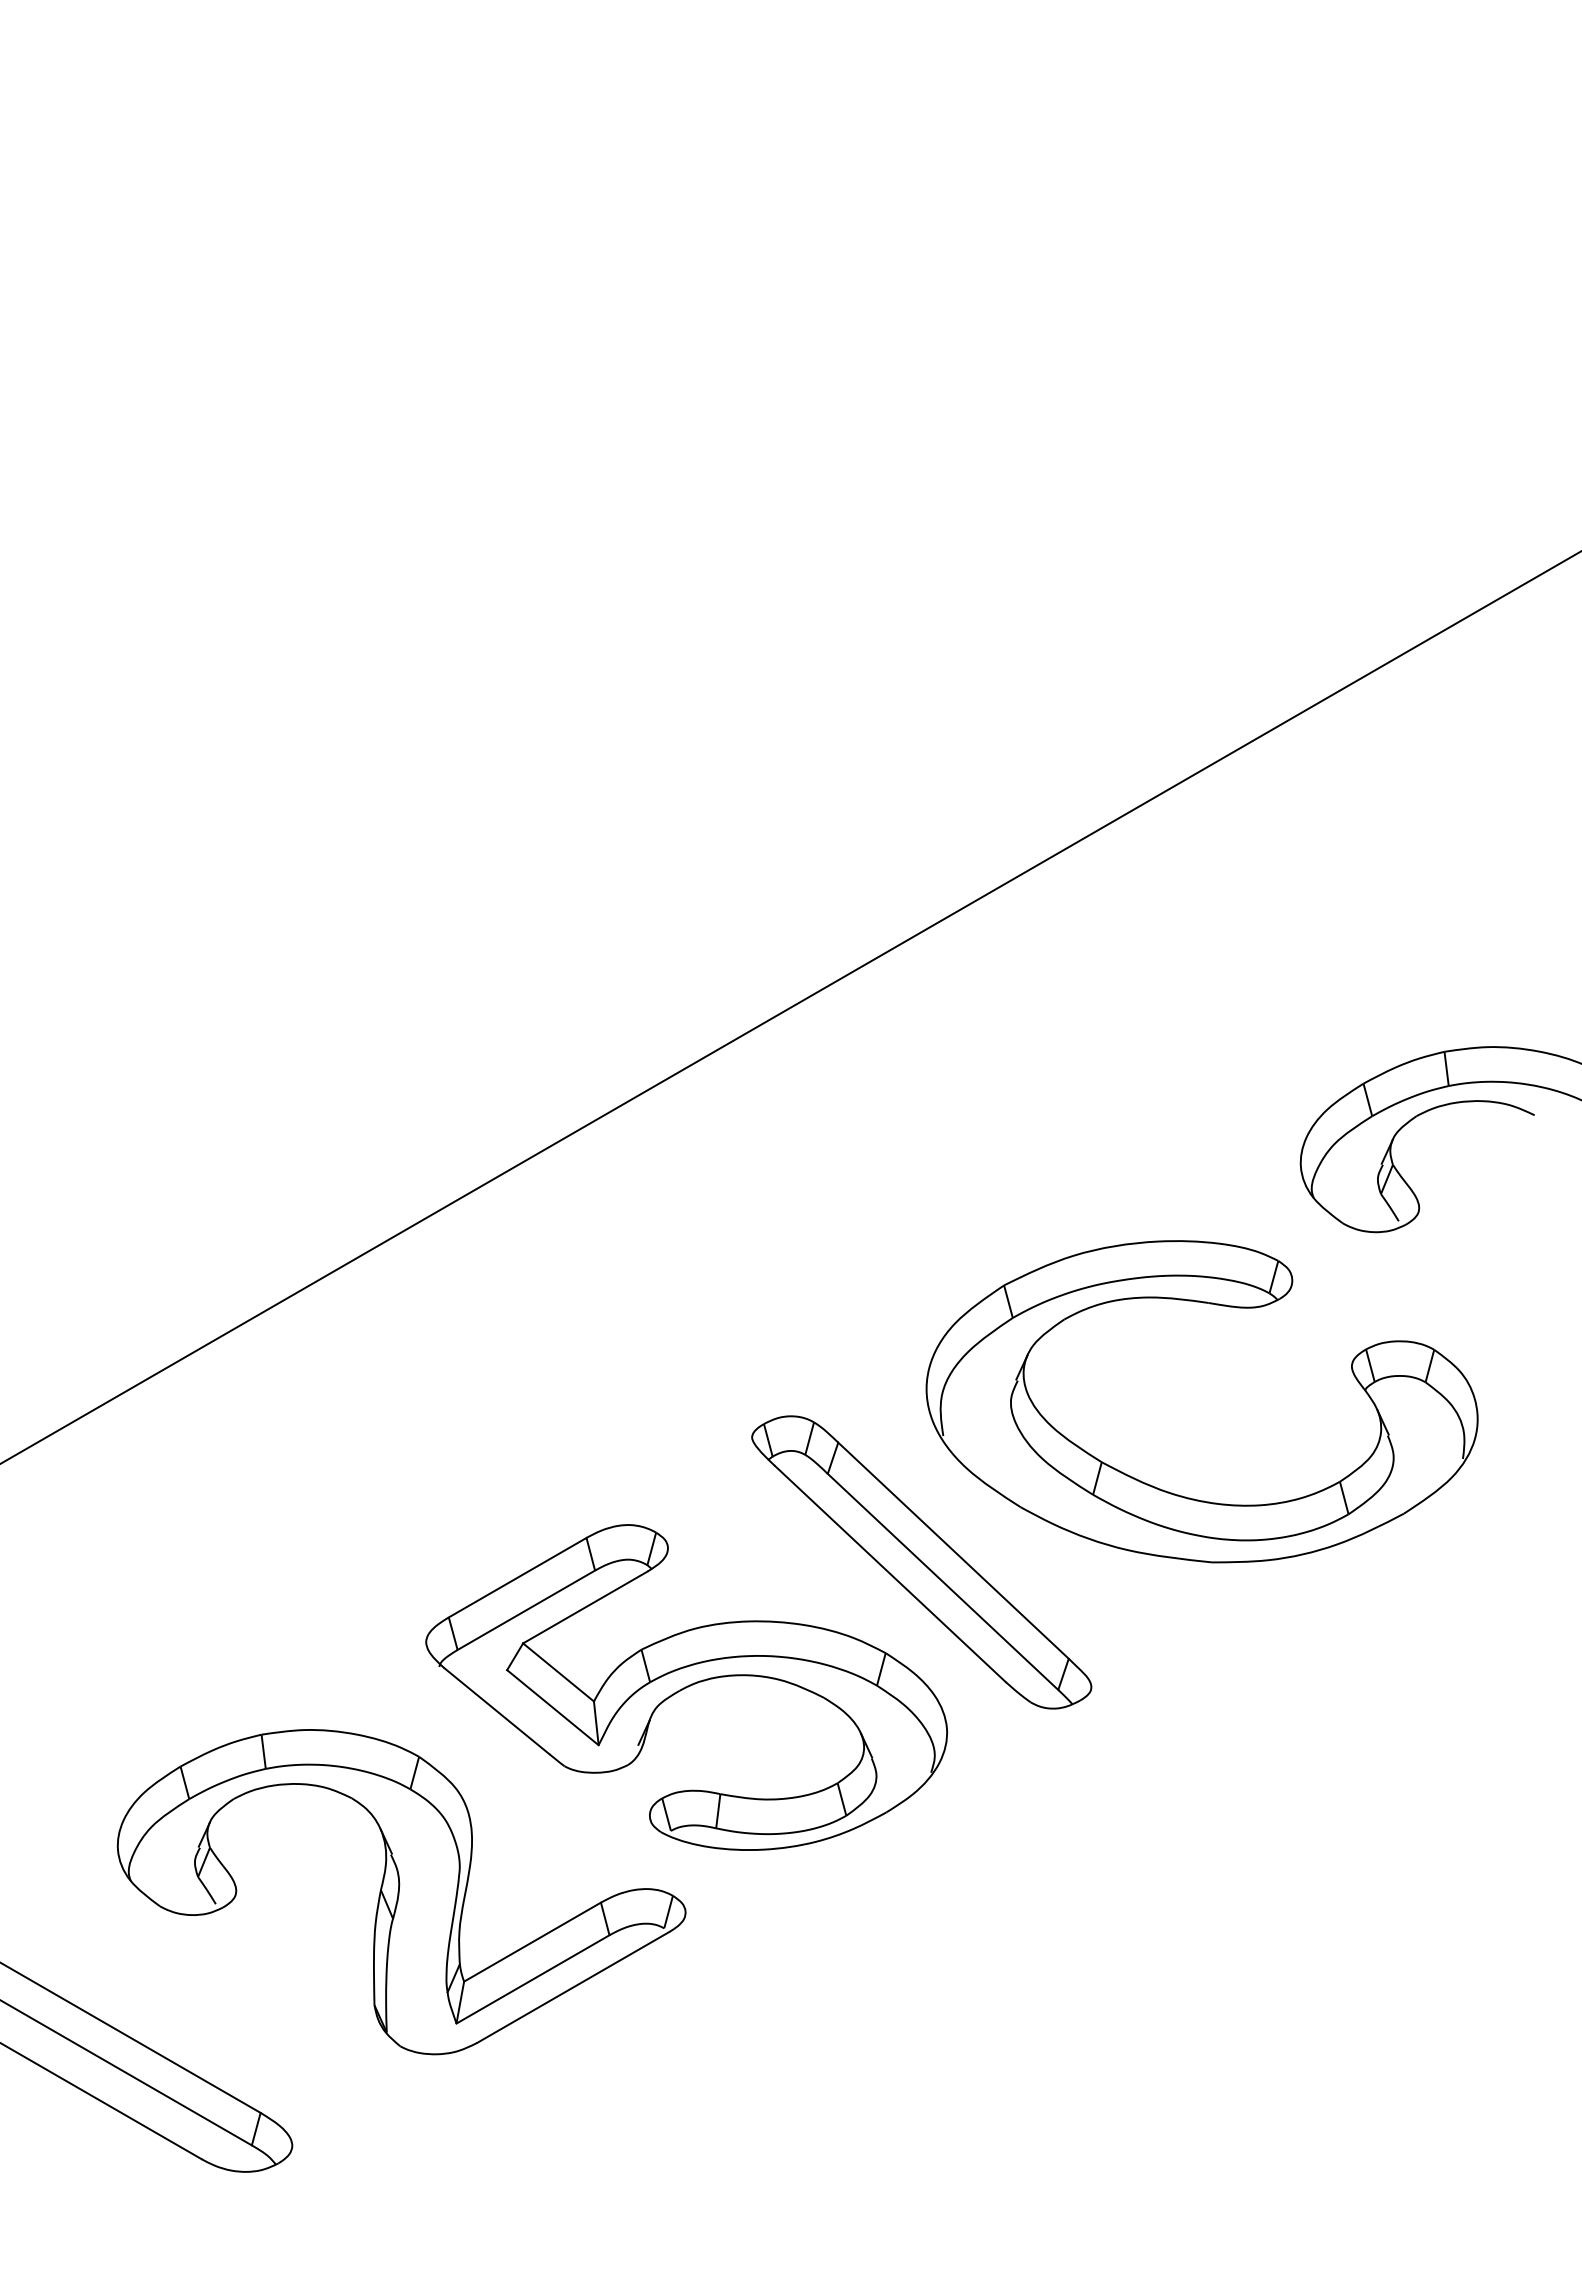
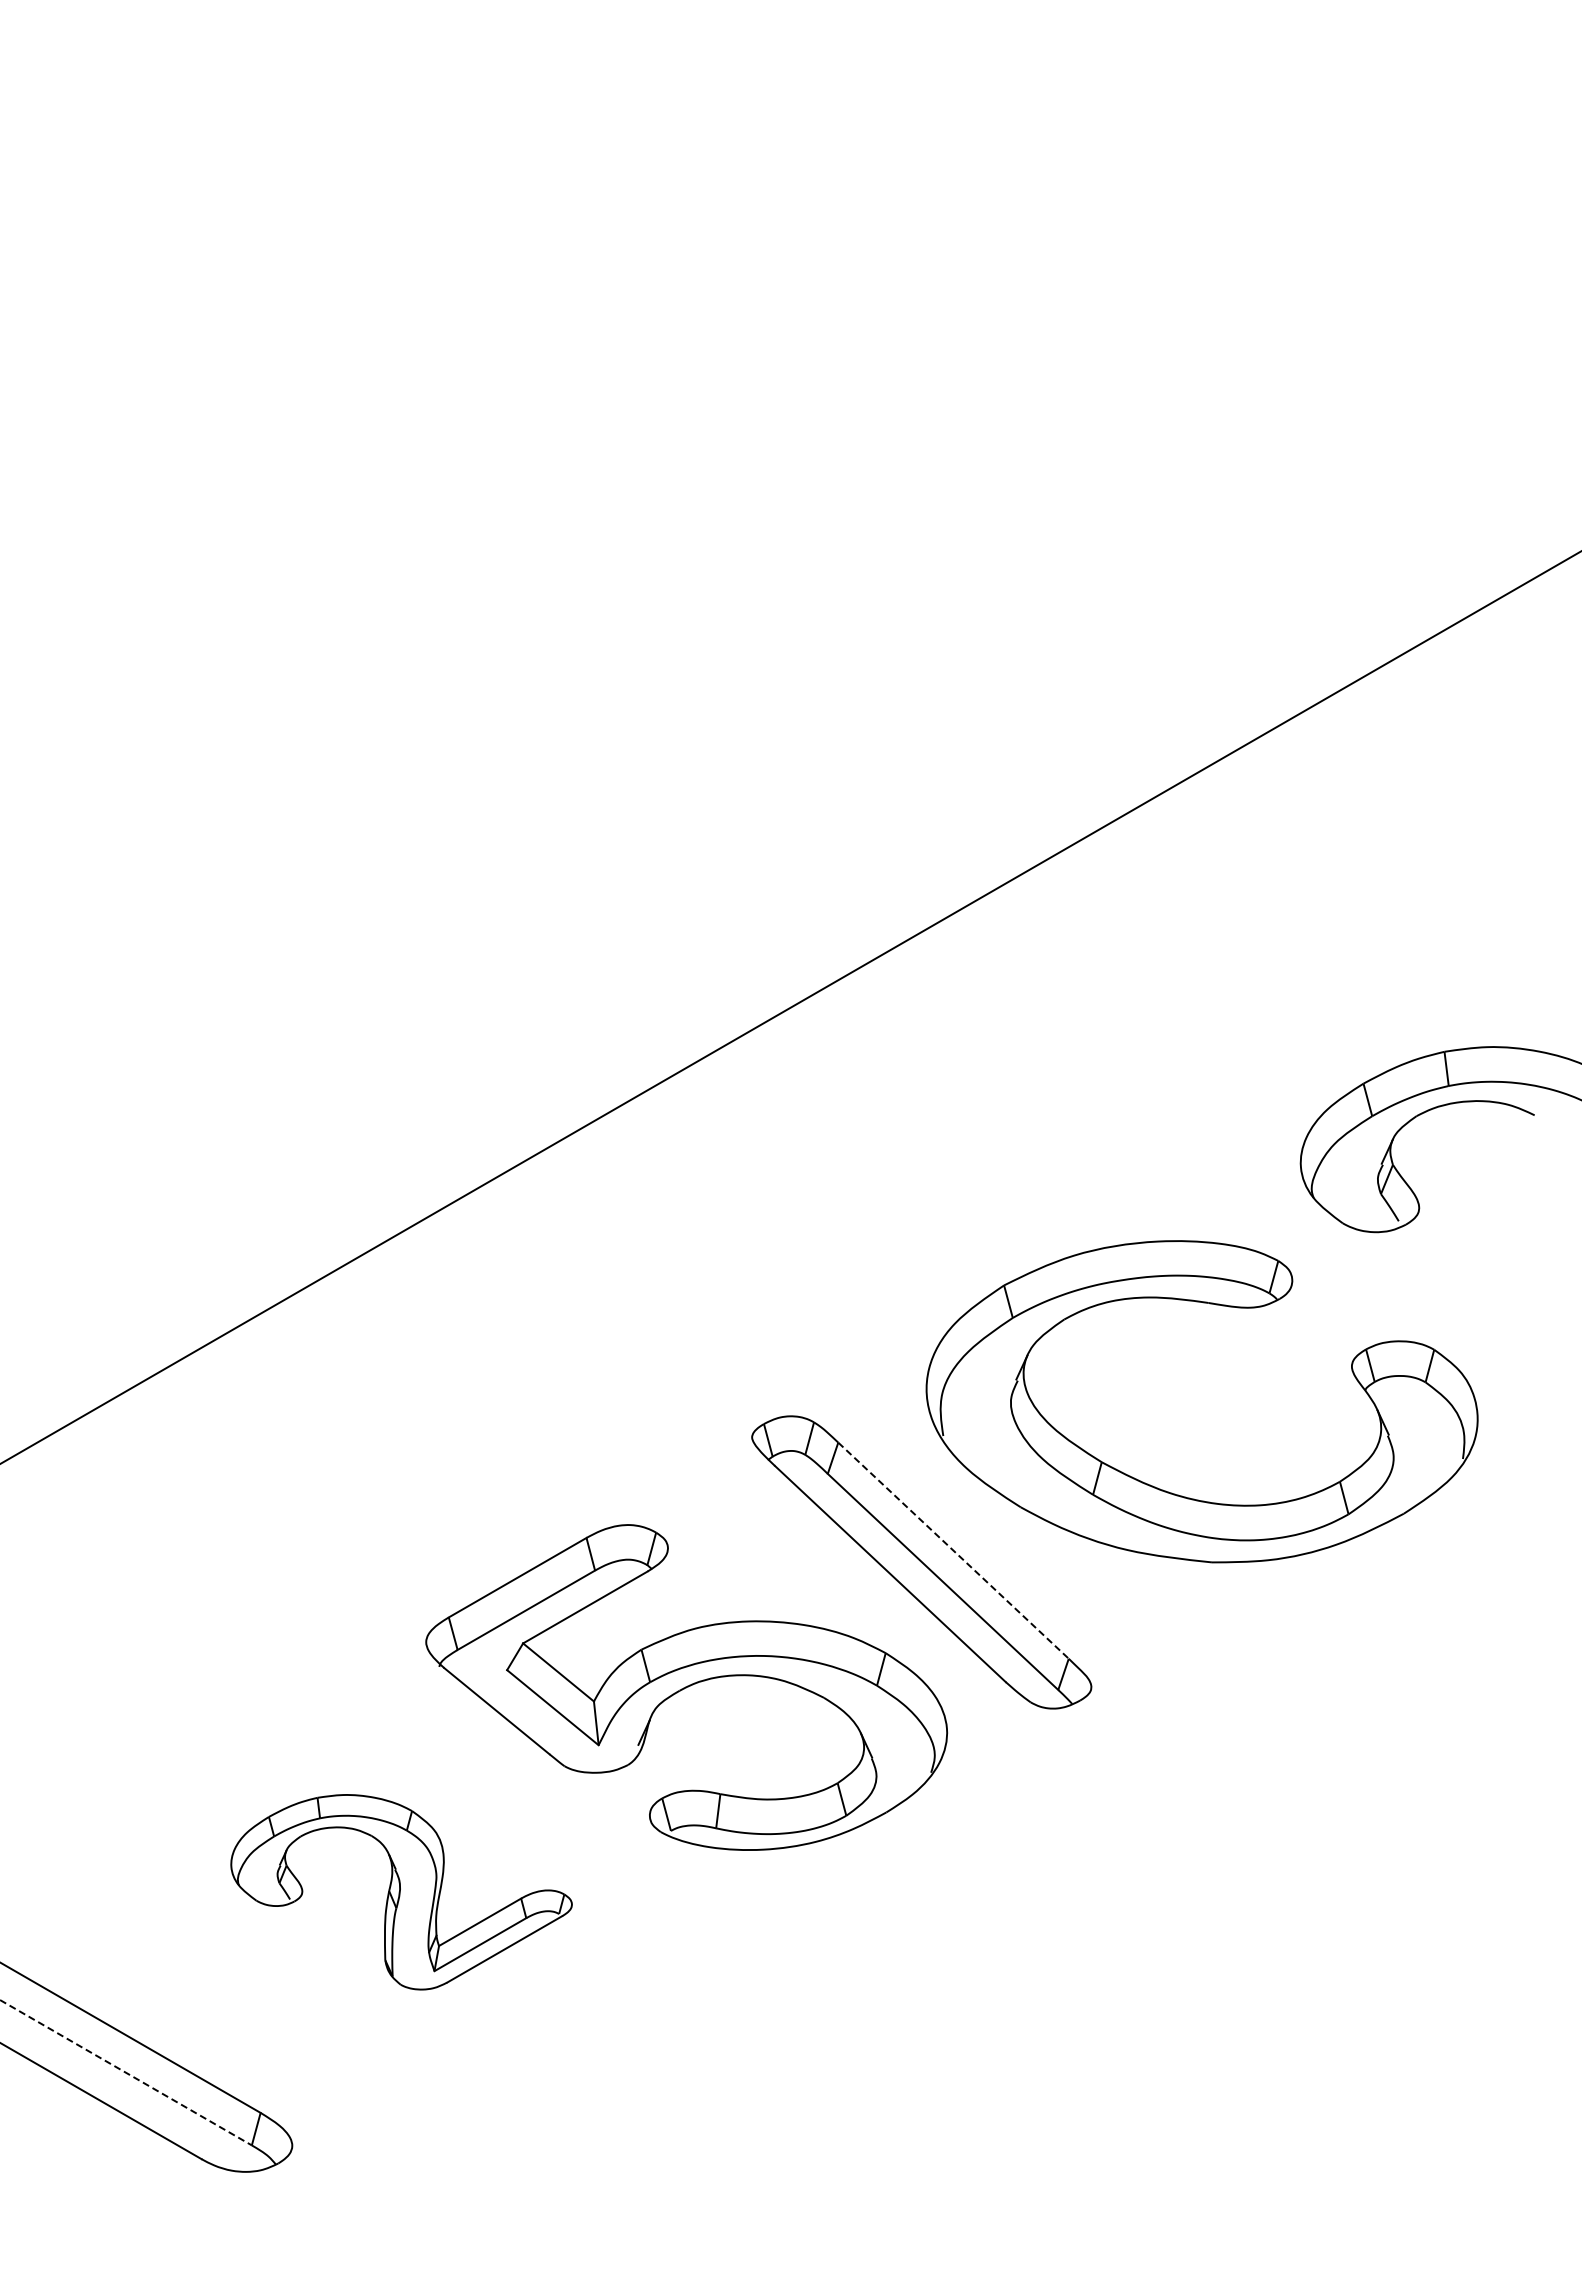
line at (953, 1550): solid -> dashed
part at (401, 1892) size: 571x327 px -> 343x197 px
line at (126, 2072): solid -> dashed
